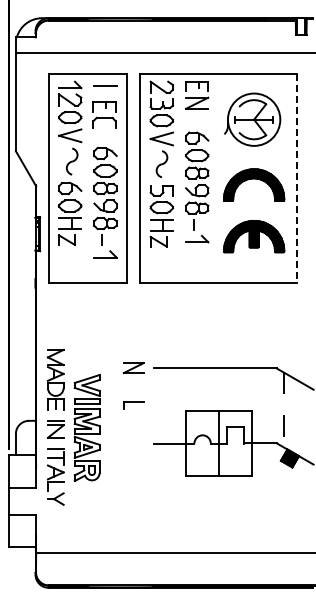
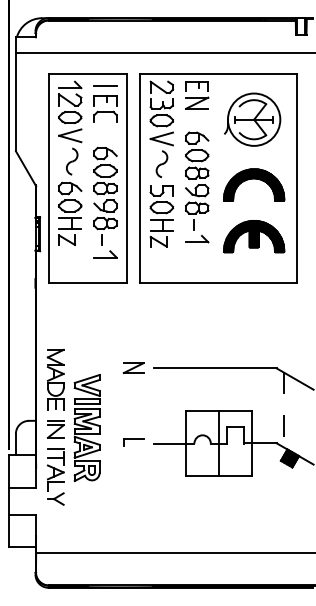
part at (104, 114) position: (104, 114) -> (105, 108)
line at (297, 178): dashed -> solid
part at (133, 405) position: (133, 405) -> (133, 442)
